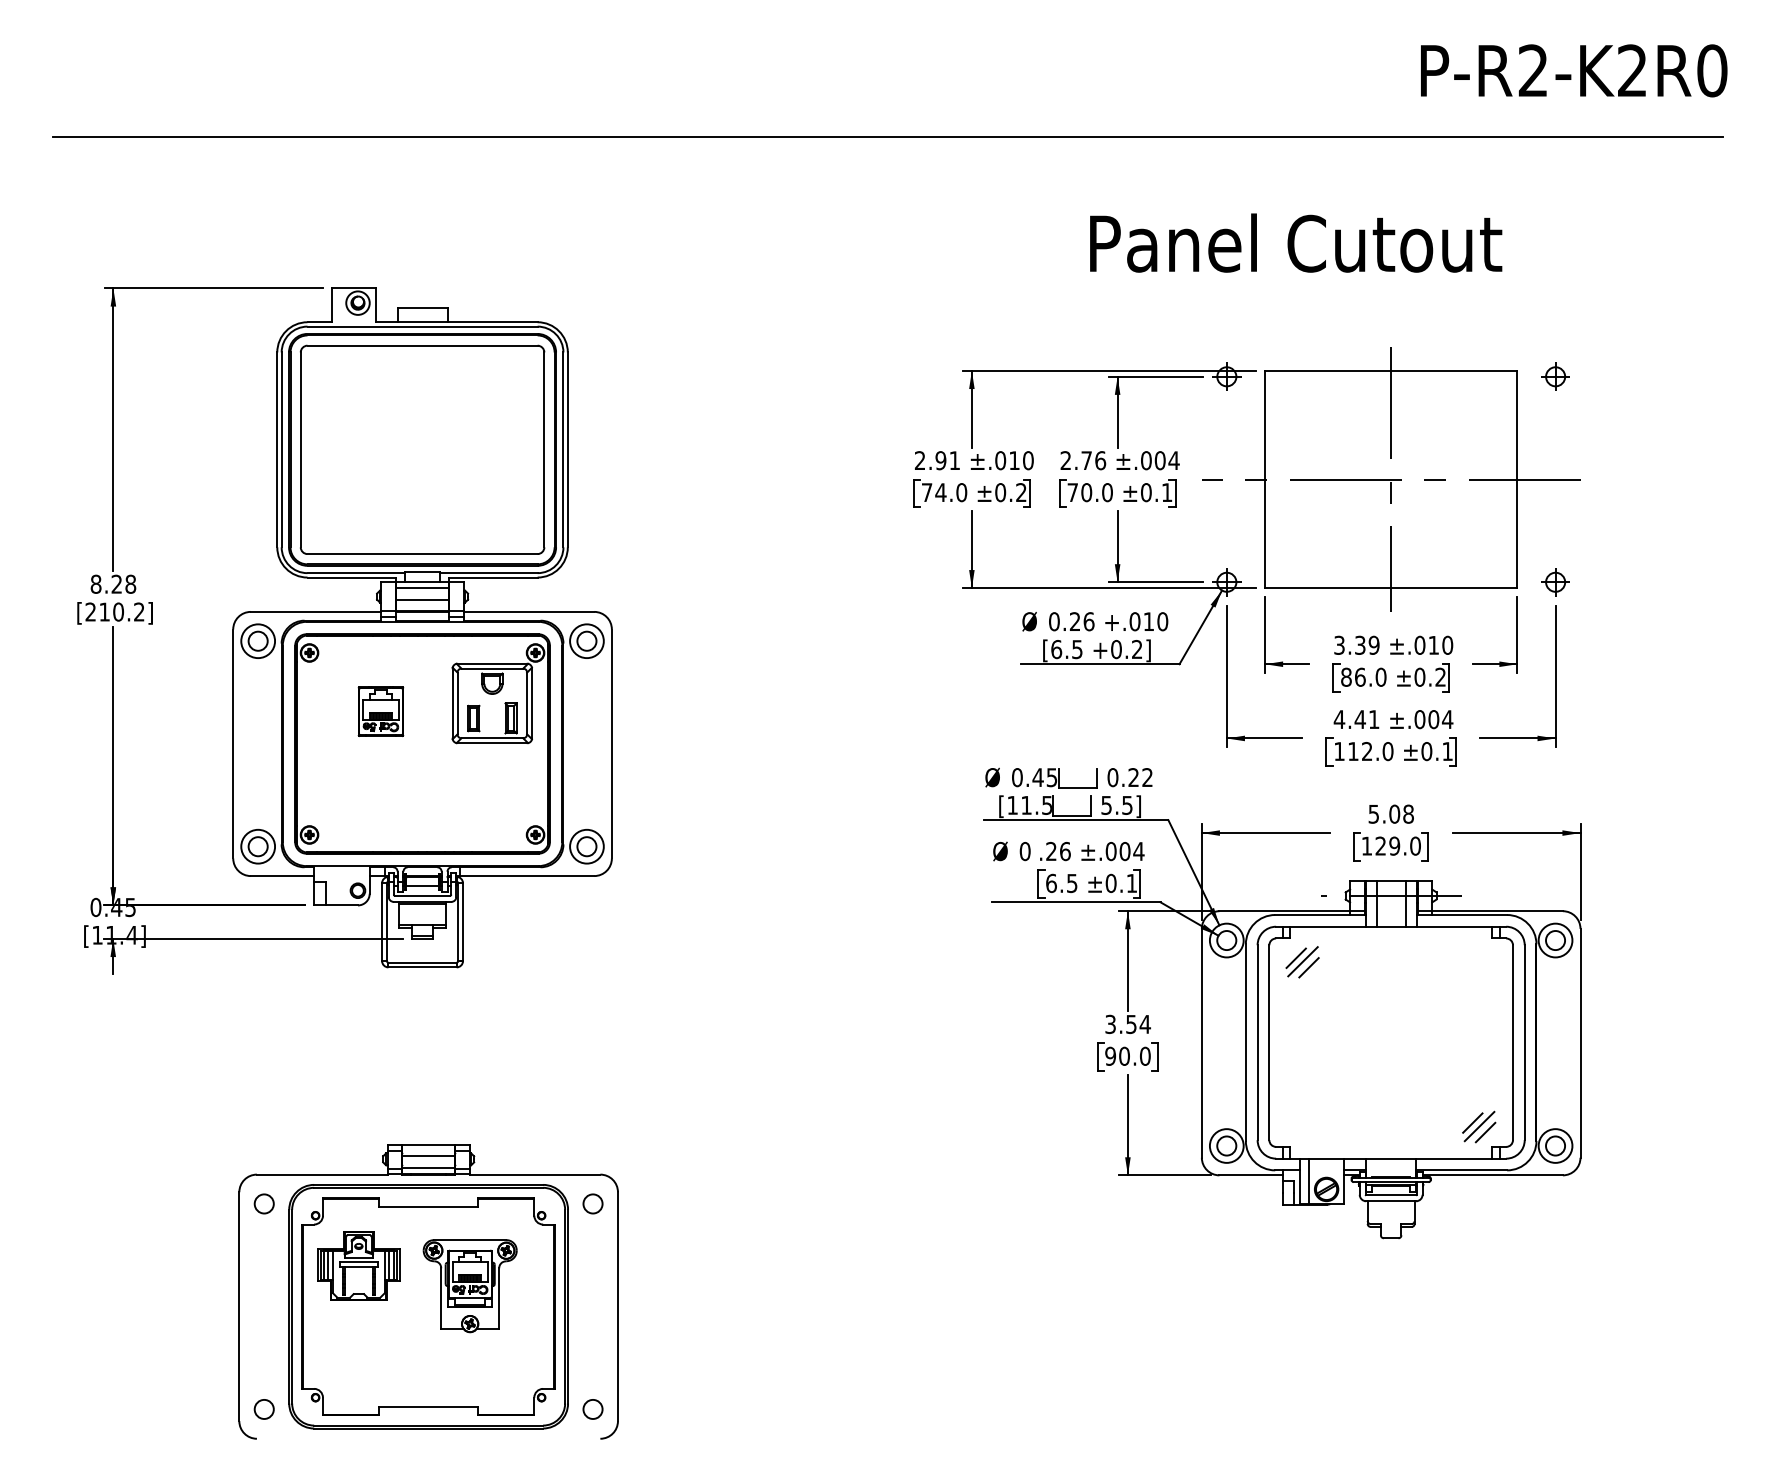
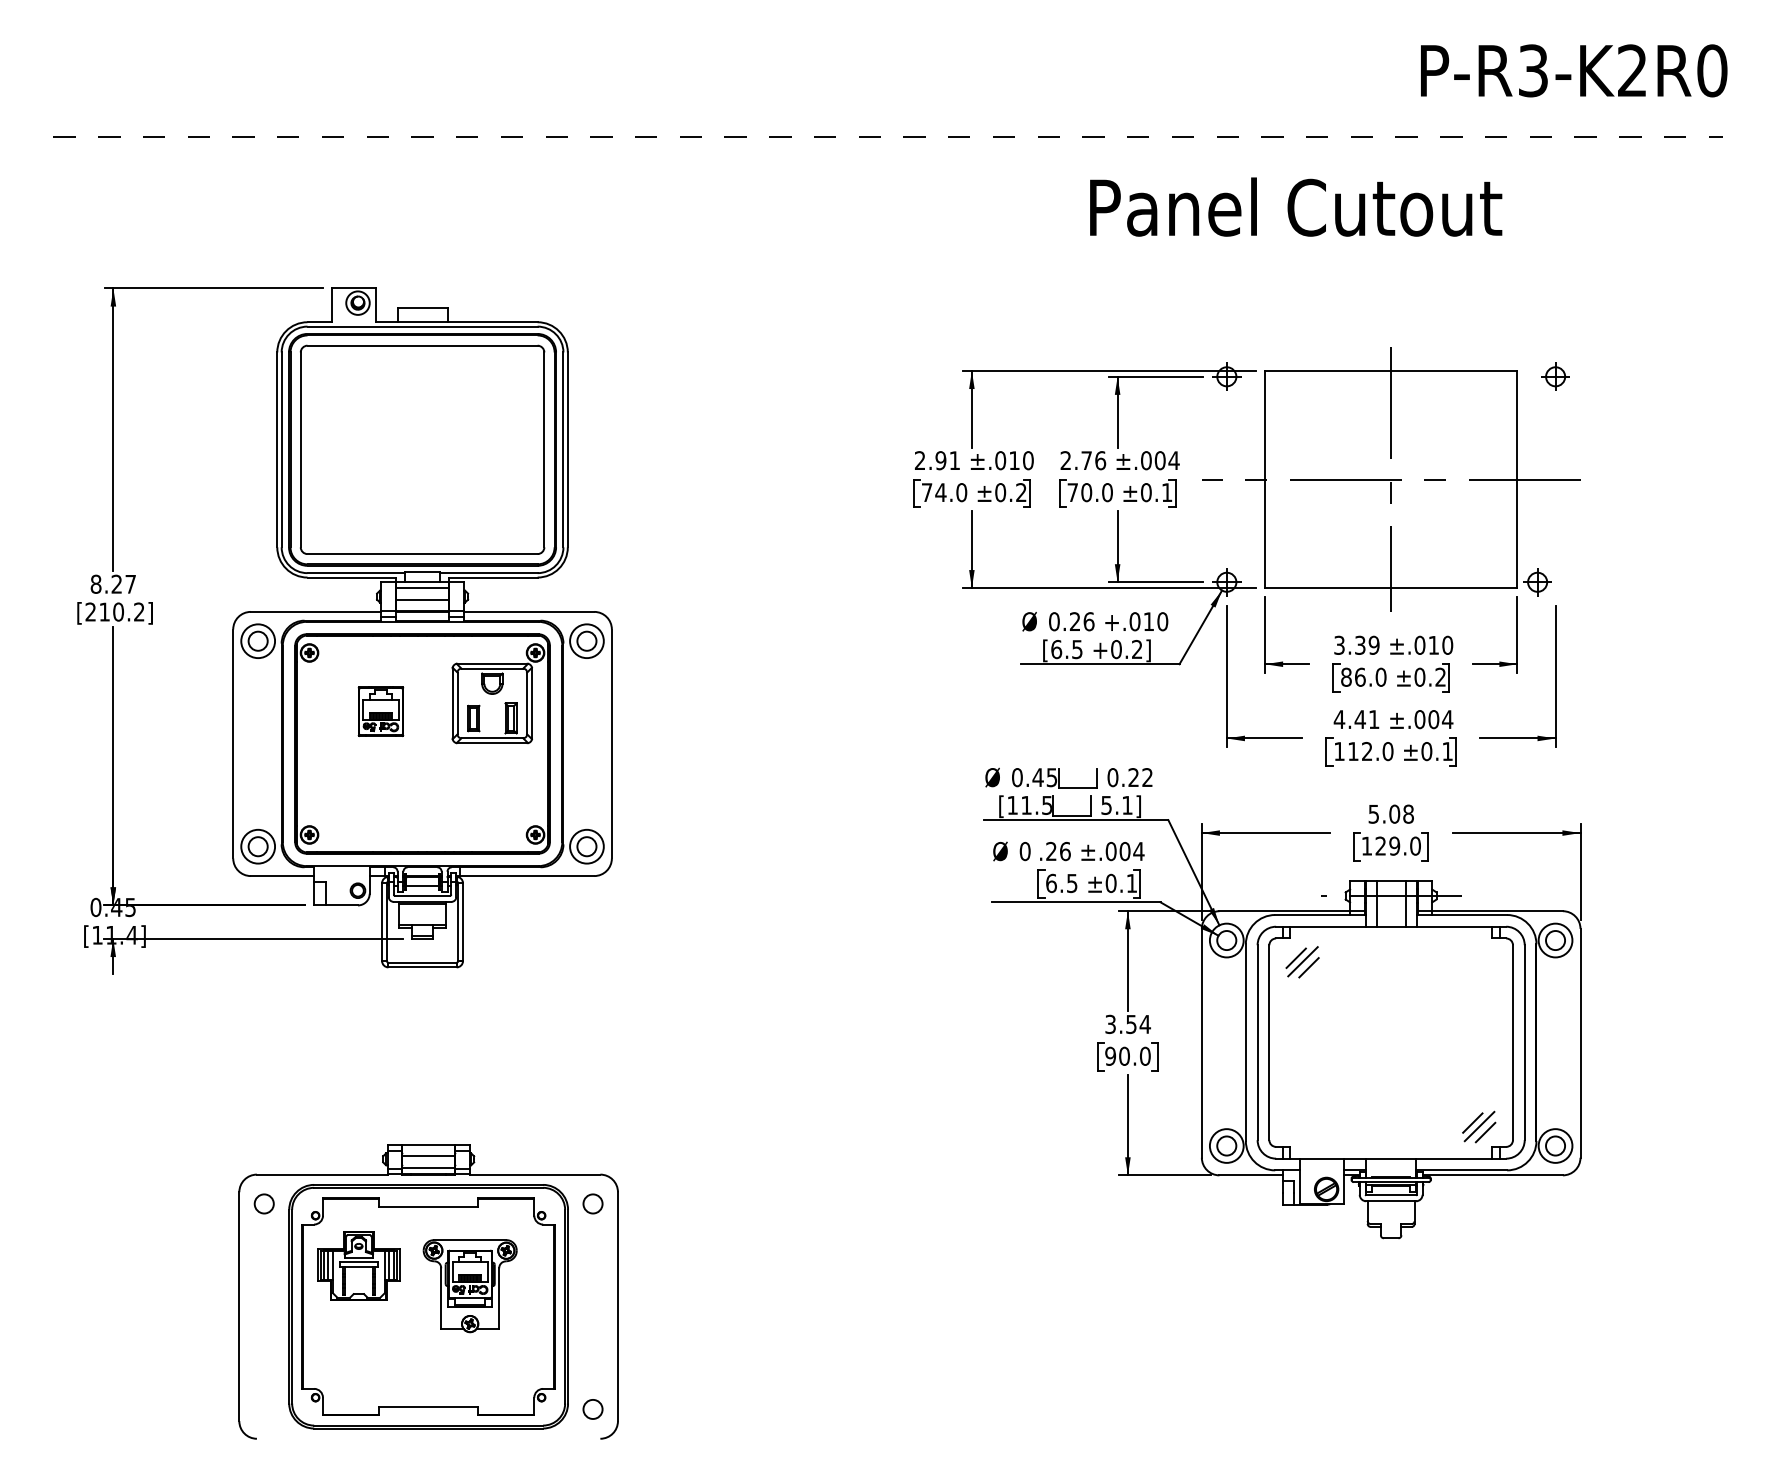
text at (1532, 70): P-R2-K2R0 -> P-R3-K2R0
line at (888, 136): solid -> dashed
text at (1296, 242) position: (1296, 242) -> (1296, 206)
part at (1555, 582) position: (1555, 582) -> (1537, 582)
text at (130, 583): 8.28 -> 8.27
text at (1127, 805): 5.5] -> 5.1]
line at (1308, 1181): present -> none
circle at (263, 1409): present -> none
